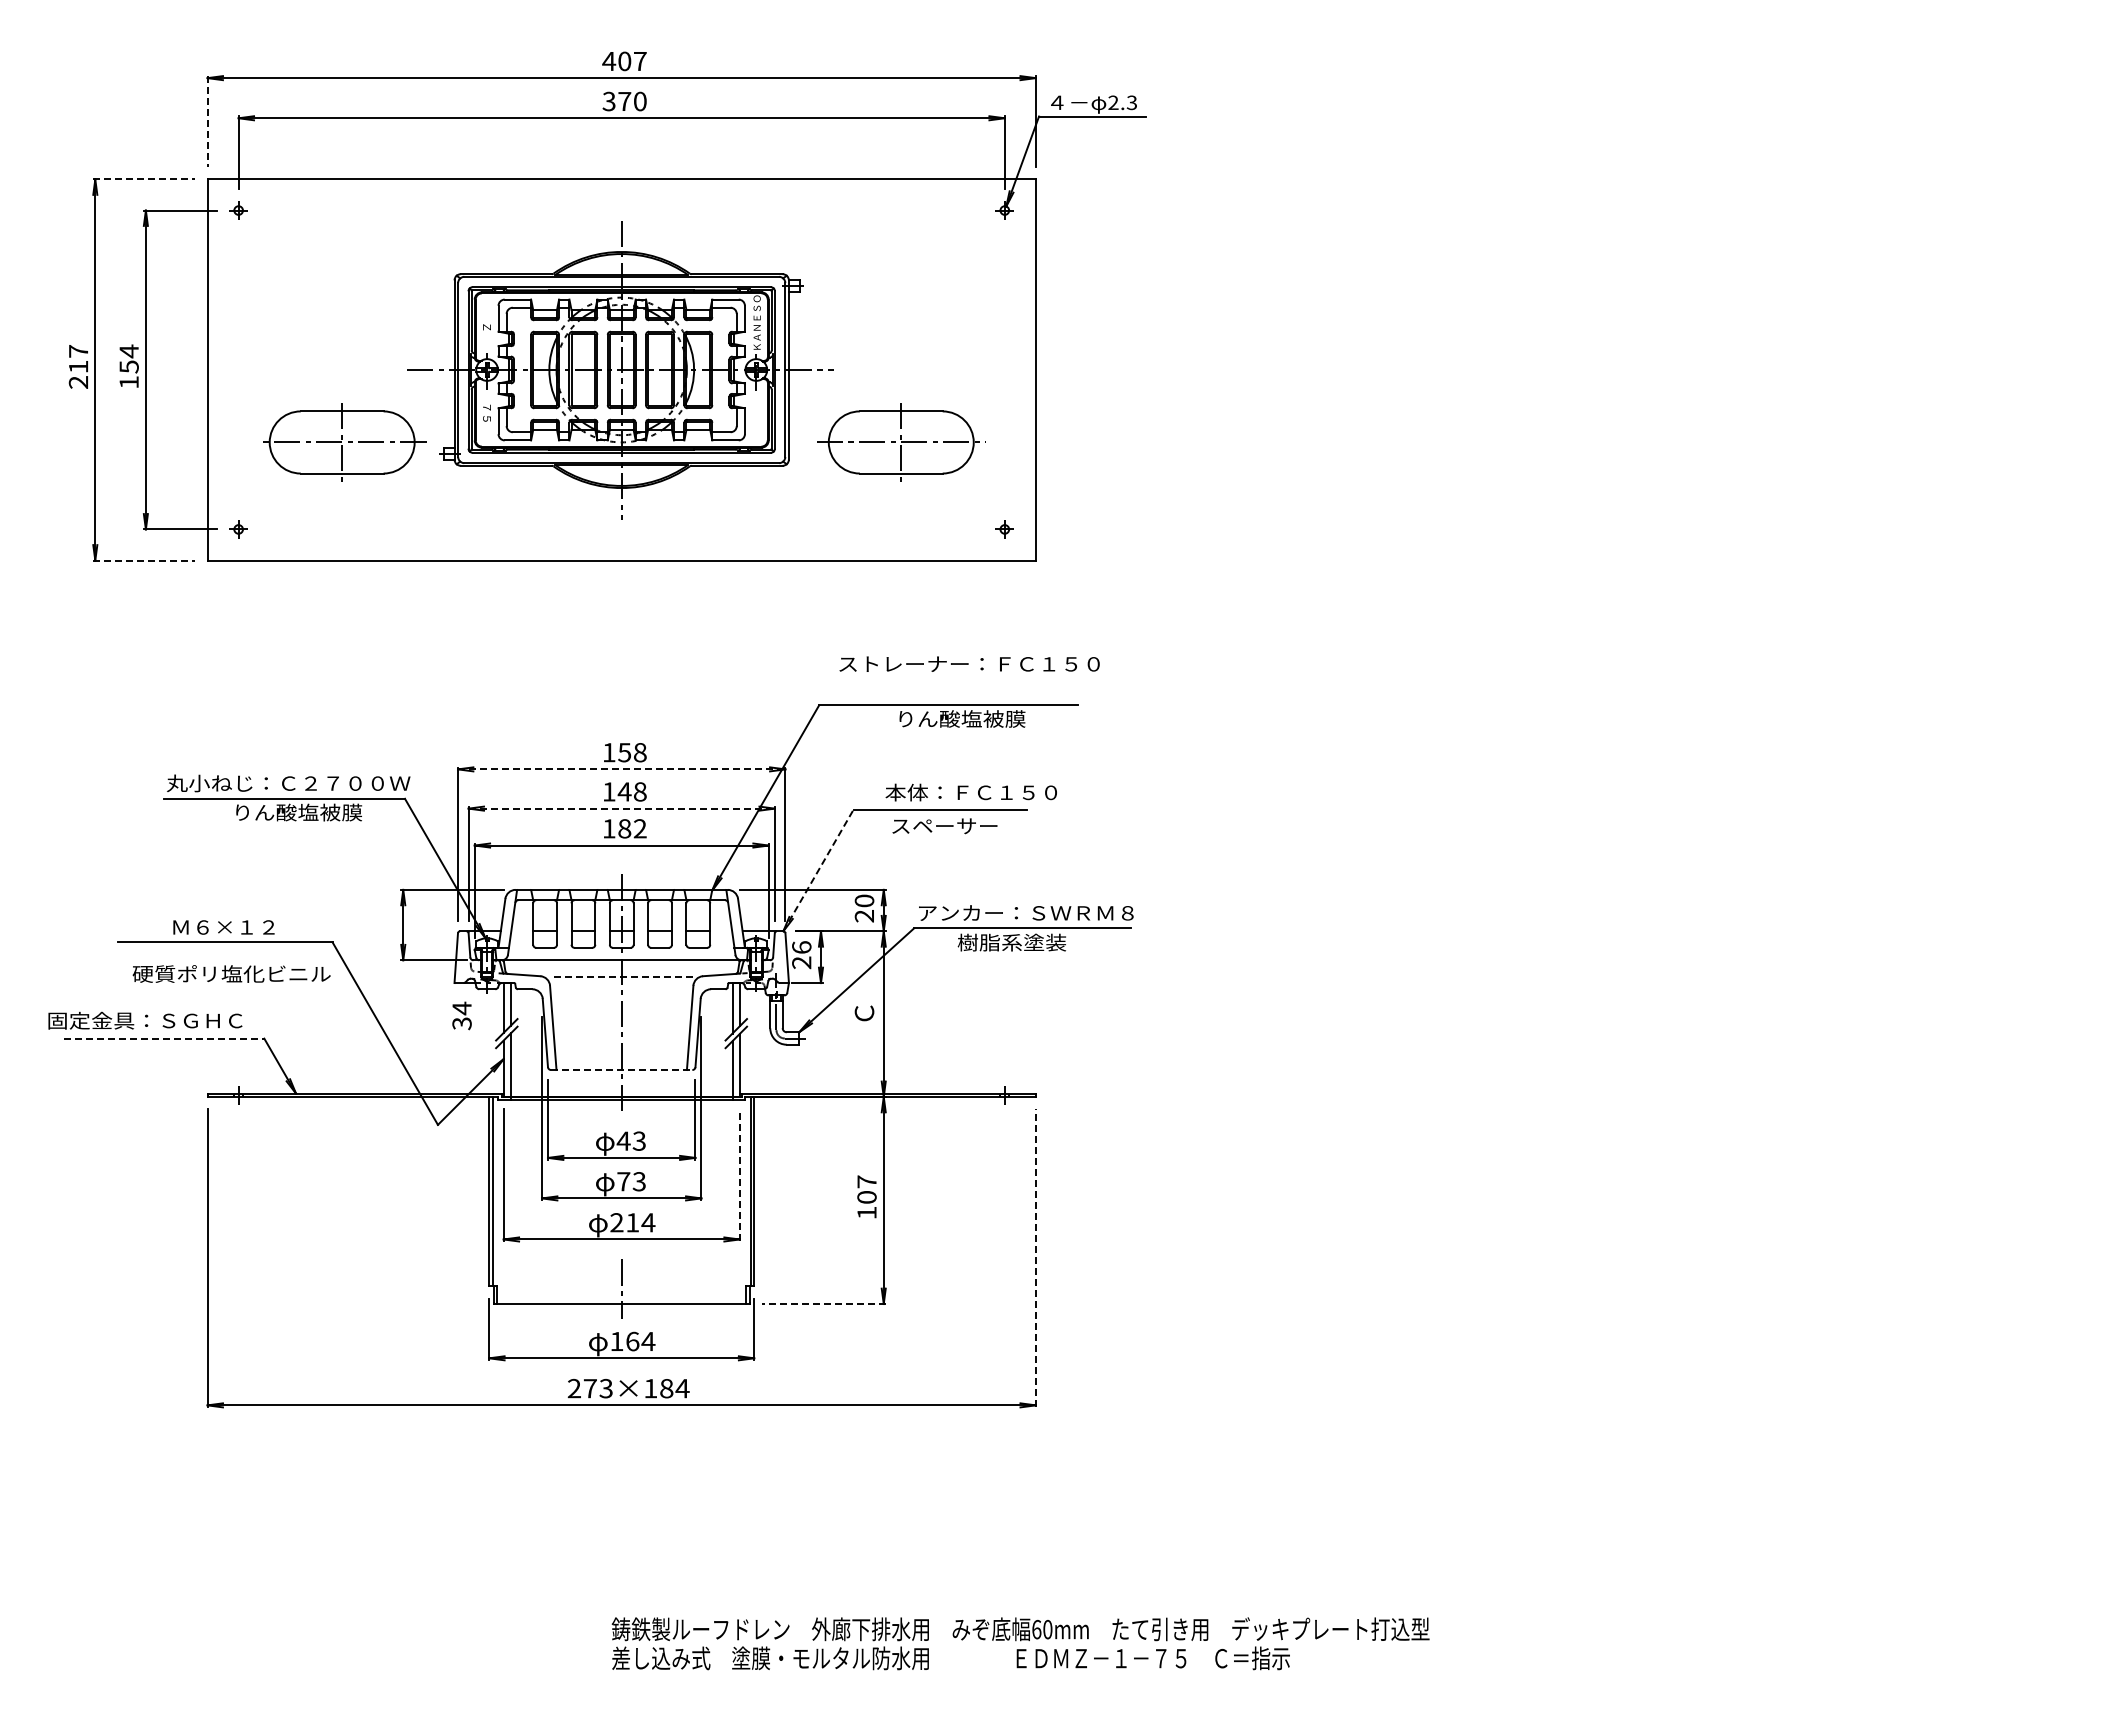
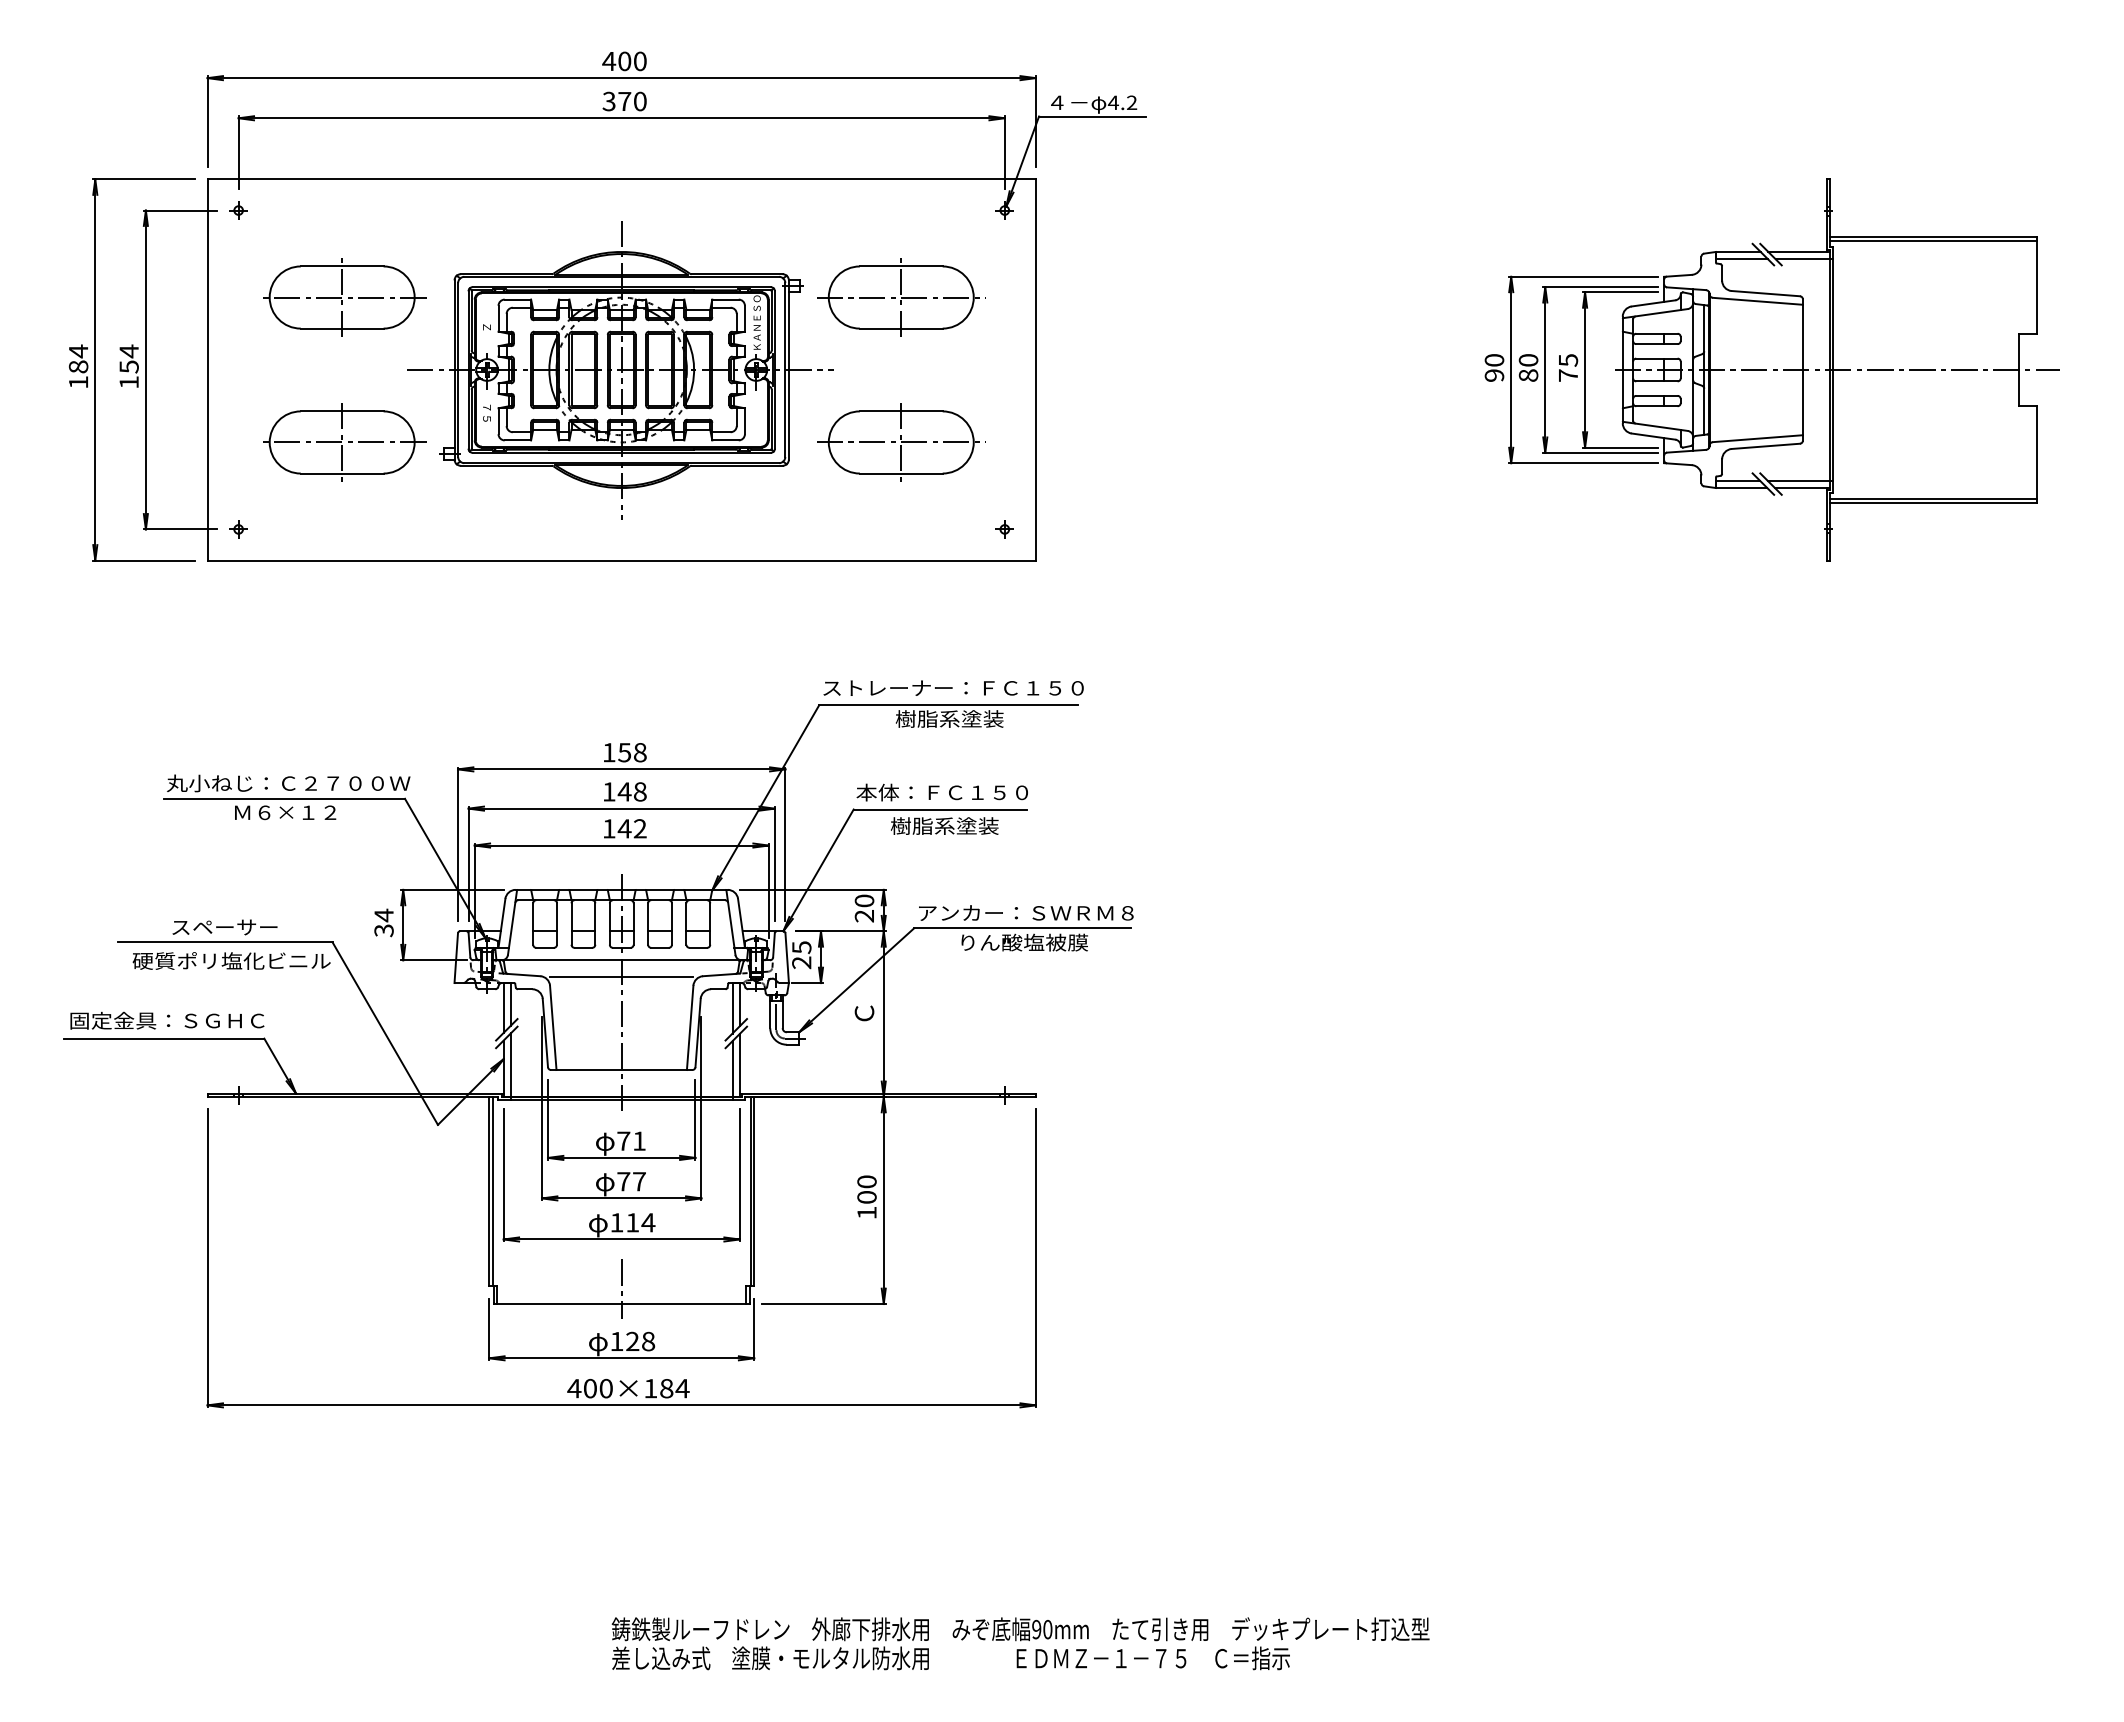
text at (640, 61): 407 -> 400
text at (1122, 102): 2.3 -> 4.2
line at (207, 122): dashed -> solid
line at (144, 179): dashed -> solid
part at (344, 297): none -> present
part at (901, 297): none -> present
text at (78, 366): 217 -> 184
part at (1771, 369): none -> present
line at (144, 560): dashed -> solid
text at (969, 663) position: (969, 663) -> (953, 687)
text at (960, 718): りん酸塩被膜 -> 樹脂系塗装
line at (621, 769): dashed -> solid
text at (970, 792) position: (970, 792) -> (941, 792)
line at (622, 808): dashed -> solid
text at (298, 812): りん酸塩被膜 -> Ｍ６×１２
text at (944, 825): スペーサー -> 樹脂系塗装
text at (624, 828): 182 -> 142
line at (818, 869): dashed -> solid
text at (224, 927): Ｍ６×１２ -> スペーサー
text at (1022, 942): 樹脂系塗装 -> りん酸塩被膜
text at (801, 947): 26 -> 25
text at (231, 973) position: (231, 973) -> (231, 960)
line at (621, 976): dashed -> solid
text at (461, 1015) position: (461, 1015) -> (383, 922)
text at (145, 1020) position: (145, 1020) -> (167, 1020)
line at (164, 1038): dashed -> solid
line at (621, 1070): dashed -> solid
text at (630, 1140): 43 -> 71
line at (739, 1175): dashed -> solid
text at (638, 1181): 73 -> 77
text at (866, 1181): 107 -> 100
text at (616, 1222): 214 -> 114
line at (1035, 1258): dashed -> solid
line at (823, 1304): dashed -> solid
text at (640, 1341): 164 -> 128
text at (589, 1388): 273×184 -> 400×184
text at (1036, 1629): 60mm -> 90mm
